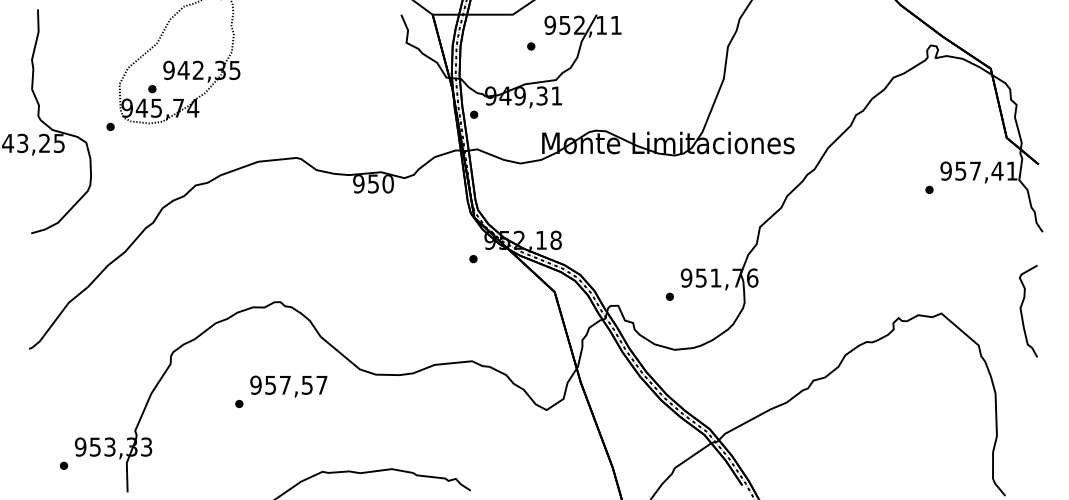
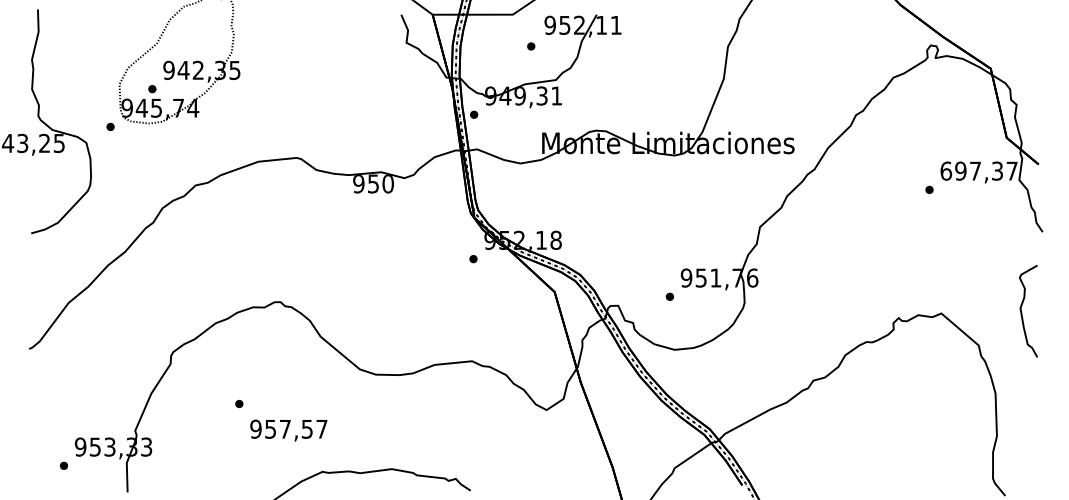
text at (978, 170): 957,41 -> 697,37
text at (288, 386) position: (288, 386) -> (288, 430)
